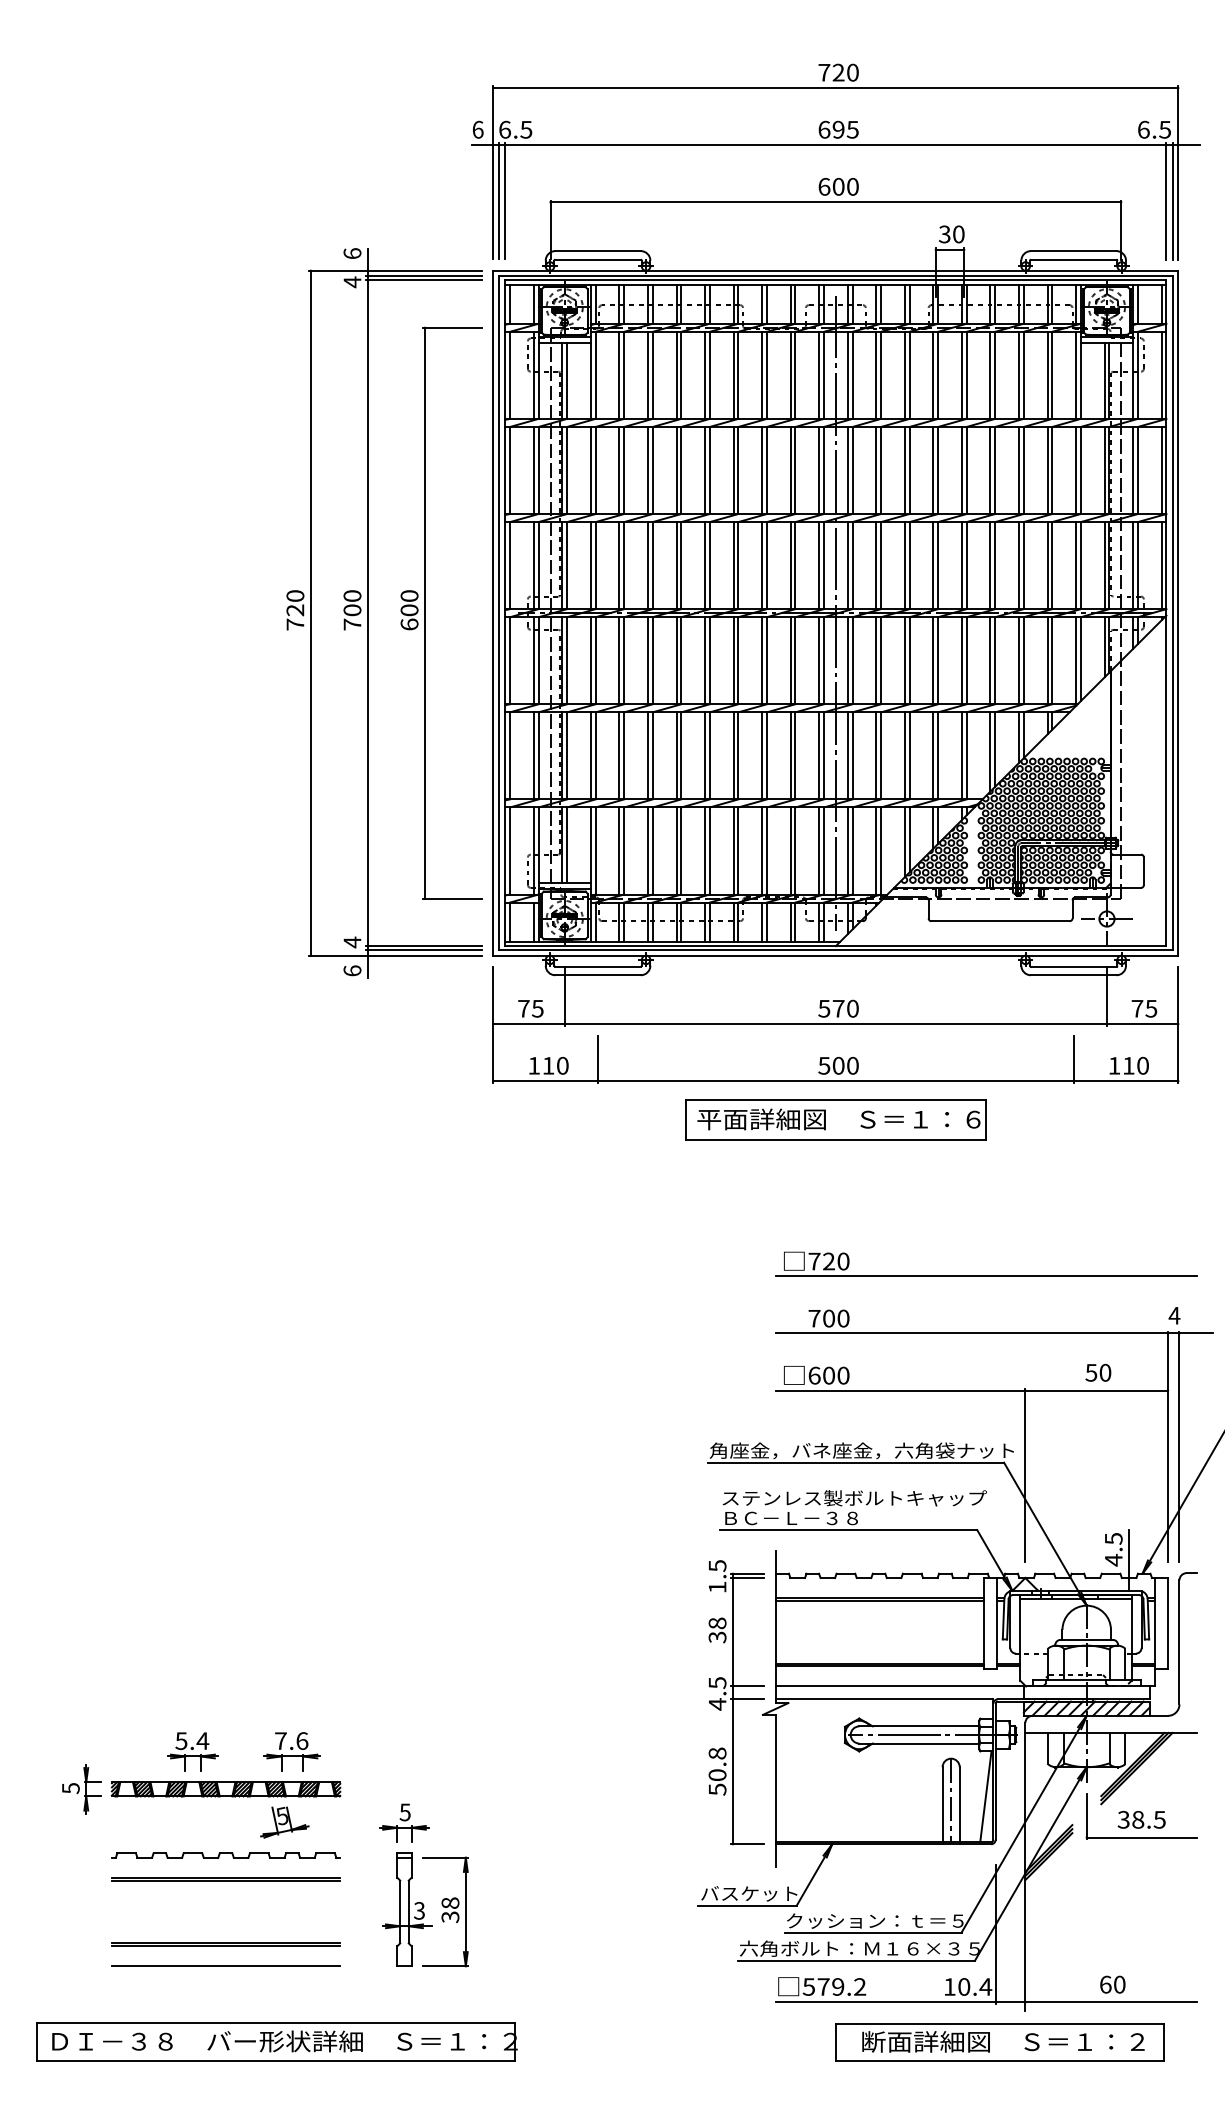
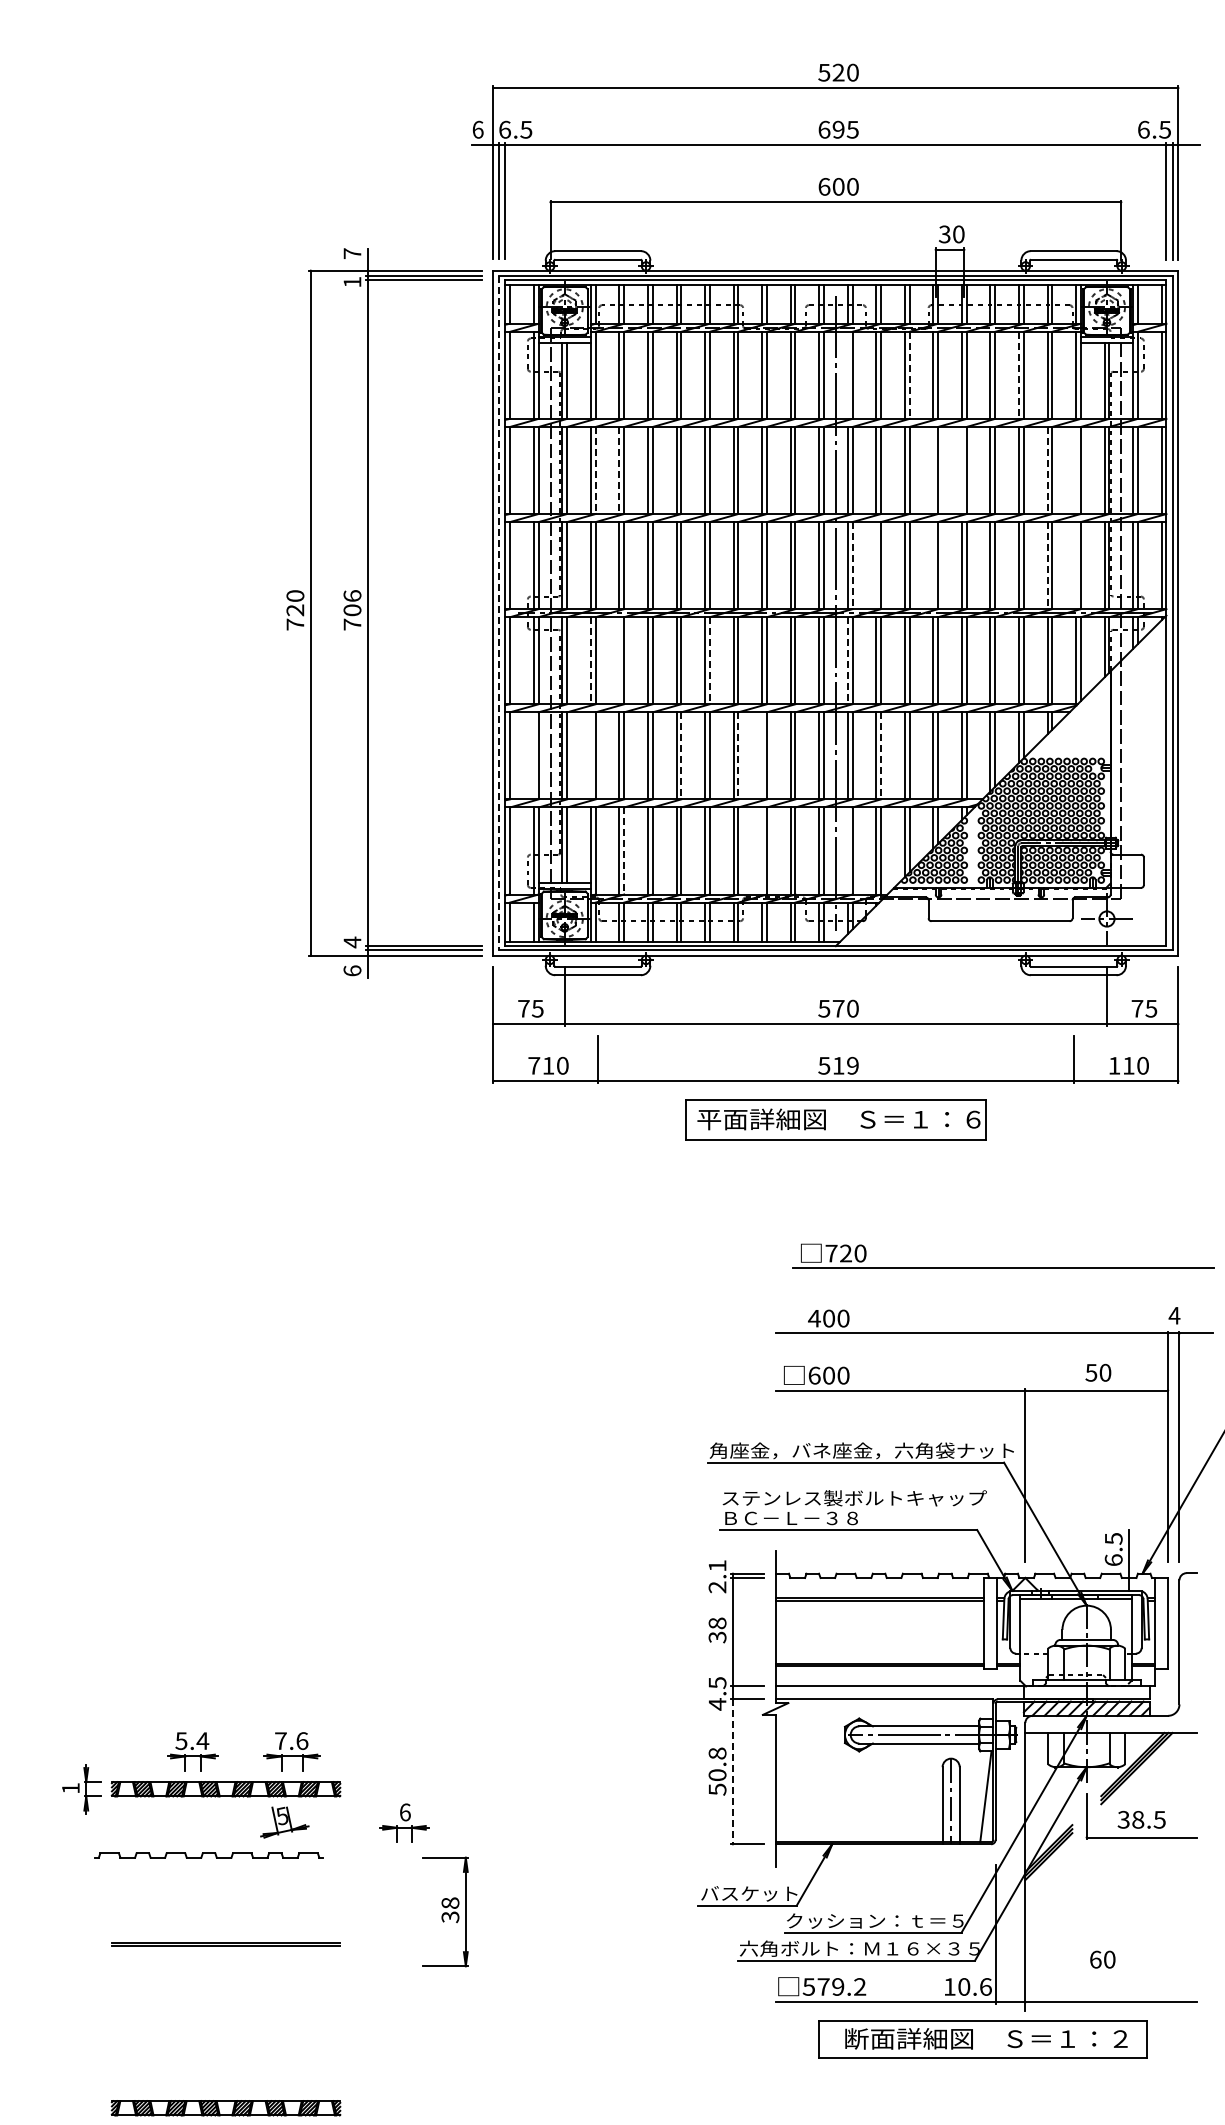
text at (824, 72): 720 -> 520
text at (352, 253): 6 -> 7
text at (352, 282): 4 -> 1
line at (847, 374): present -> none
line at (909, 375): solid -> dashed
line at (1018, 375): solid -> dashed
line at (595, 470): solid -> dashed
line at (619, 470): solid -> dashed
line at (933, 470): present -> none
line at (961, 470): present -> none
line at (1047, 470): solid -> dashed
line at (1076, 470): present -> none
line at (852, 565): solid -> dashed
line at (876, 565): present -> none
line at (933, 565): present -> none
line at (1047, 565): solid -> dashed
line at (1076, 565): present -> none
text at (352, 595): 700 -> 706
part at (425, 612): present -> none
line at (499, 613): solid -> dashed
line at (590, 660): solid -> dashed
line at (619, 660): present -> none
line at (709, 660): solid -> dashed
line at (847, 660): solid -> dashed
line at (533, 755): present -> none
line at (590, 755): present -> none
line at (681, 755): solid -> dashed
line at (738, 755): solid -> dashed
line at (762, 755): present -> none
line at (881, 755): solid -> dashed
line at (762, 850): present -> none
line at (847, 850): present -> none
line at (624, 851): solid -> dashed
text at (534, 1065): 110 -> 710
text at (845, 1065): 500 -> 519
part at (986, 1275) position: (986, 1275) -> (1003, 1267)
text at (814, 1318): 700 -> 400
text at (1113, 1559): 4.5 -> 6.5
text at (717, 1576): 1.5 -> 2.1
line at (732, 1772): solid -> dashed
text at (70, 1788): 5 -> 1
text at (404, 1812): 5 -> 6
part at (225, 1855) position: (225, 1855) -> (208, 1855)
line at (225, 1878): present -> none
part at (407, 1909): present -> none
line at (225, 1965): present -> none
text at (1112, 1984) position: (1112, 1984) -> (1102, 1959)
text at (985, 1986): 10.4 -> 10.6
part at (276, 2041): present -> none
part at (999, 2042) position: (999, 2042) -> (982, 2039)
part at (225, 2108): none -> present
